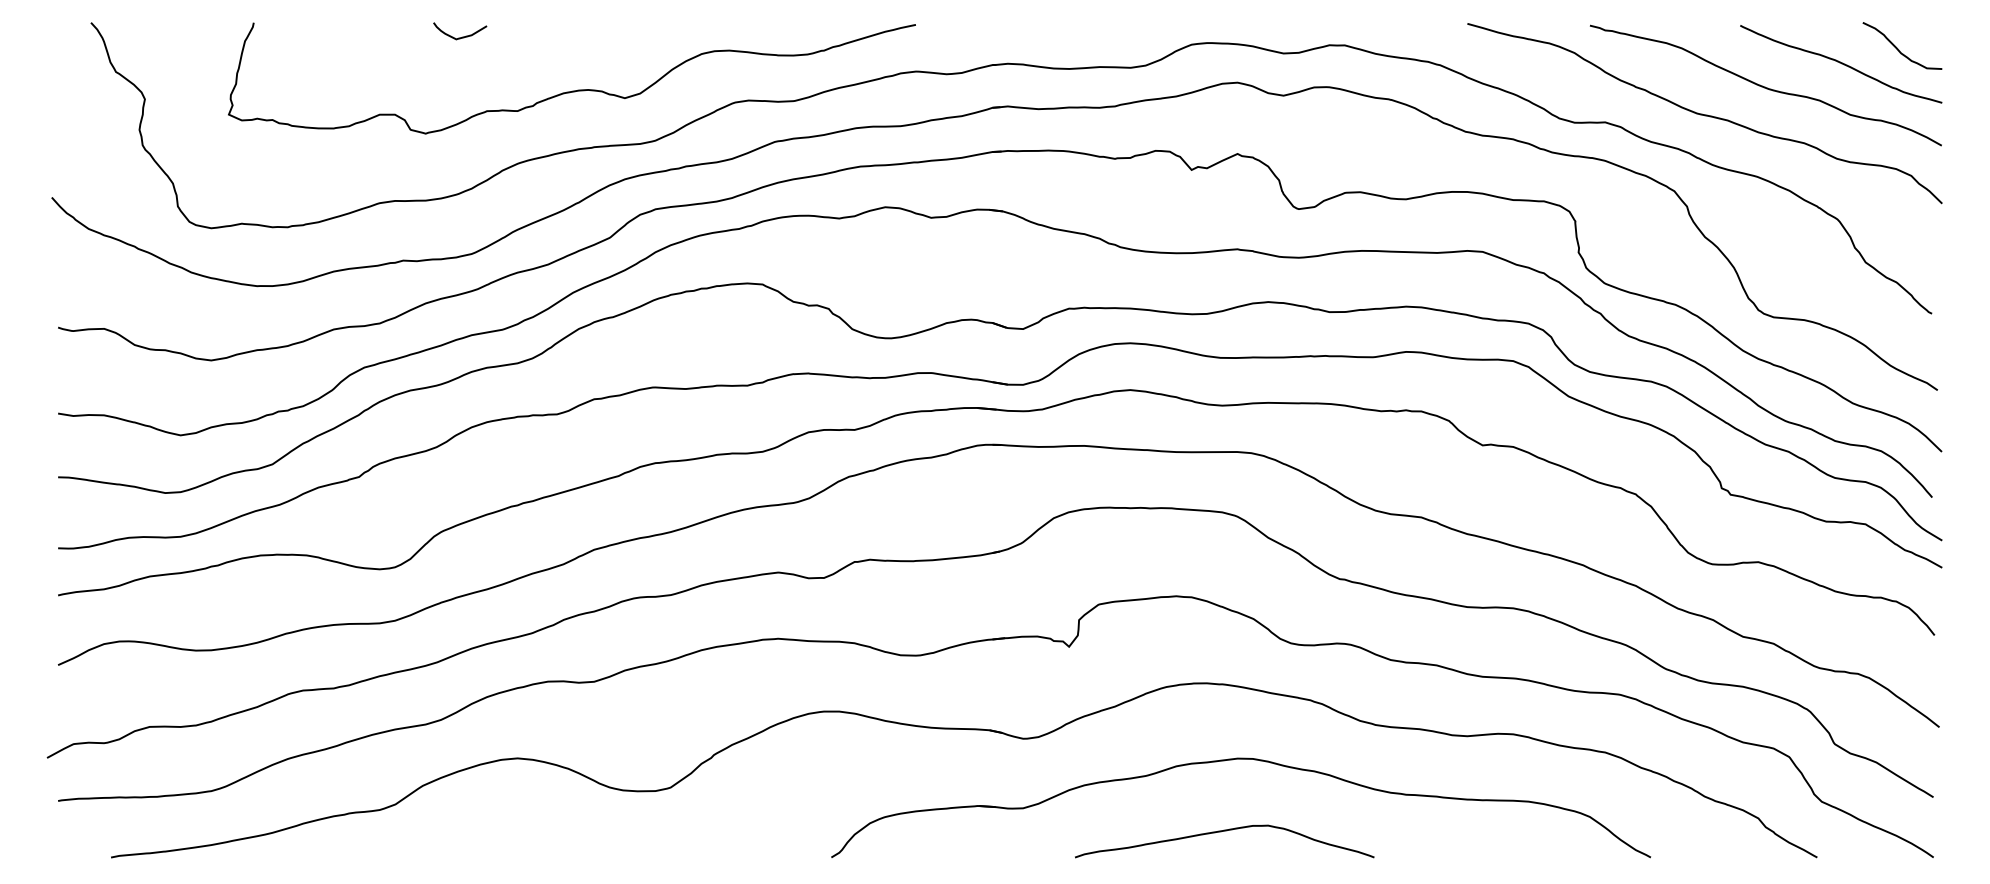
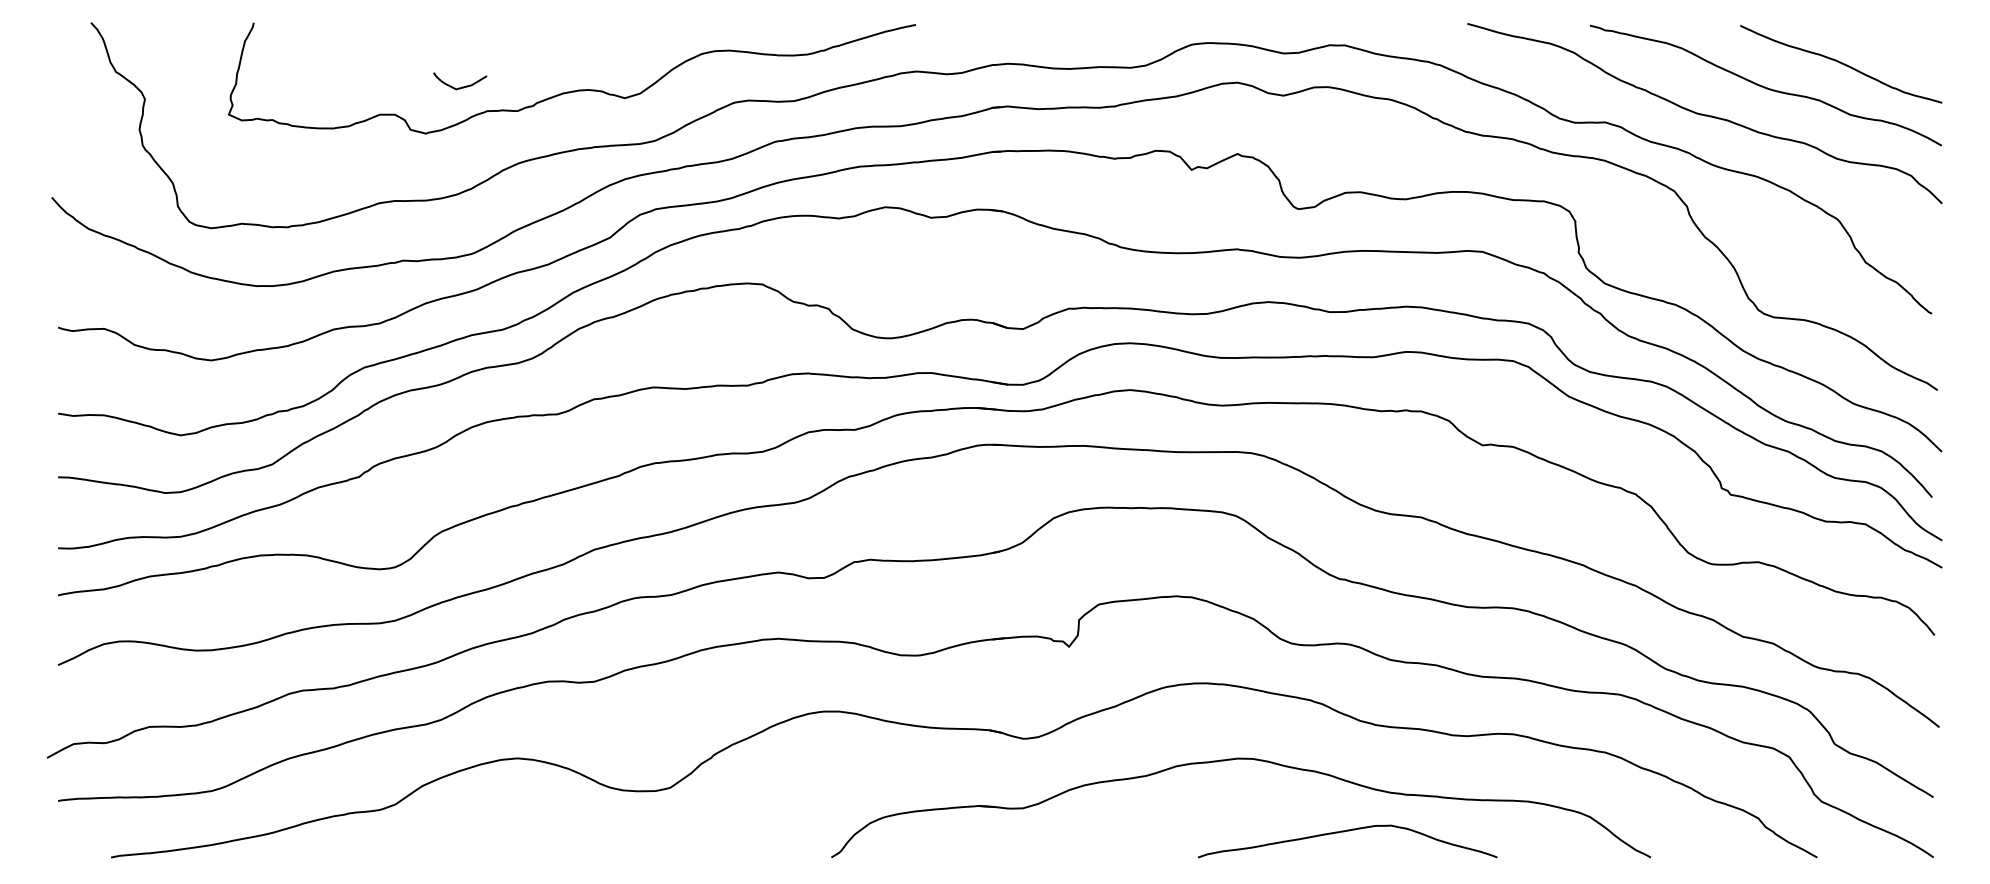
curve at (462, 36) position: (462, 36) -> (462, 86)
curve at (1898, 48): present -> none
curve at (1221, 832) position: (1221, 832) -> (1344, 832)
